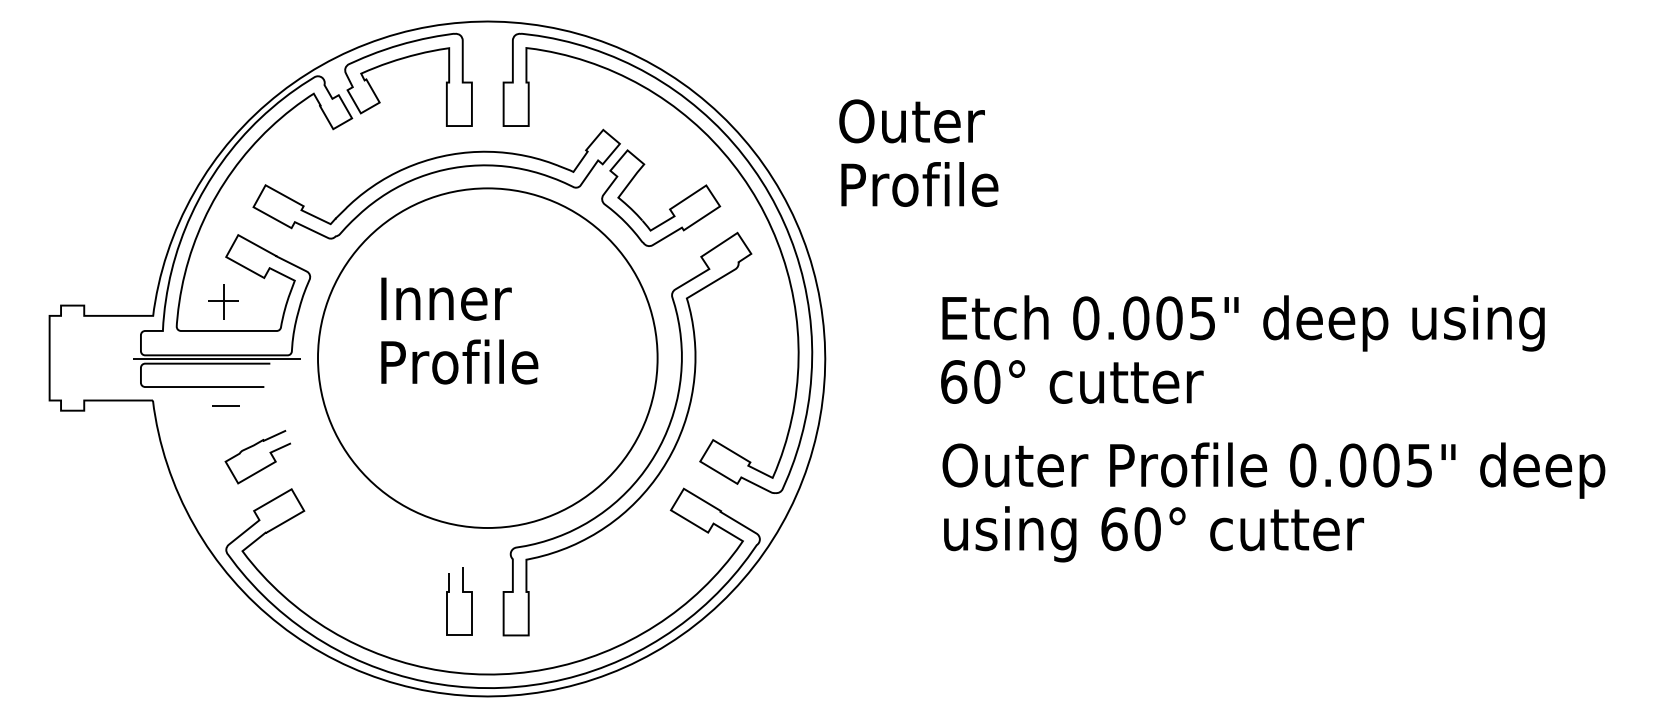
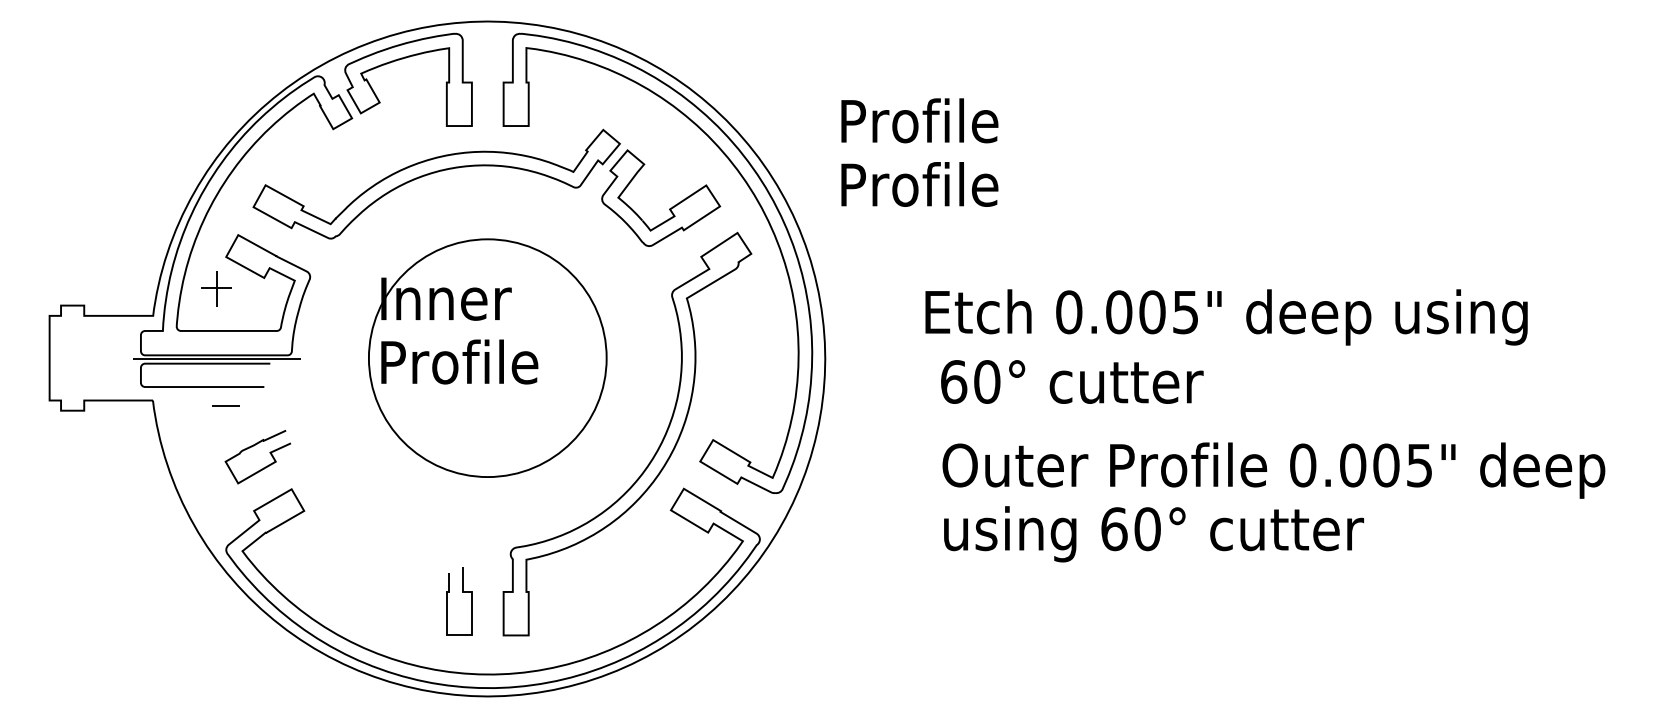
text at (918, 120): Outer -> Profile
part at (223, 301) position: (223, 301) -> (216, 288)
text at (1243, 323) position: (1243, 323) -> (1226, 317)
circle at (487, 357) diameter: 340 px -> 238 px
